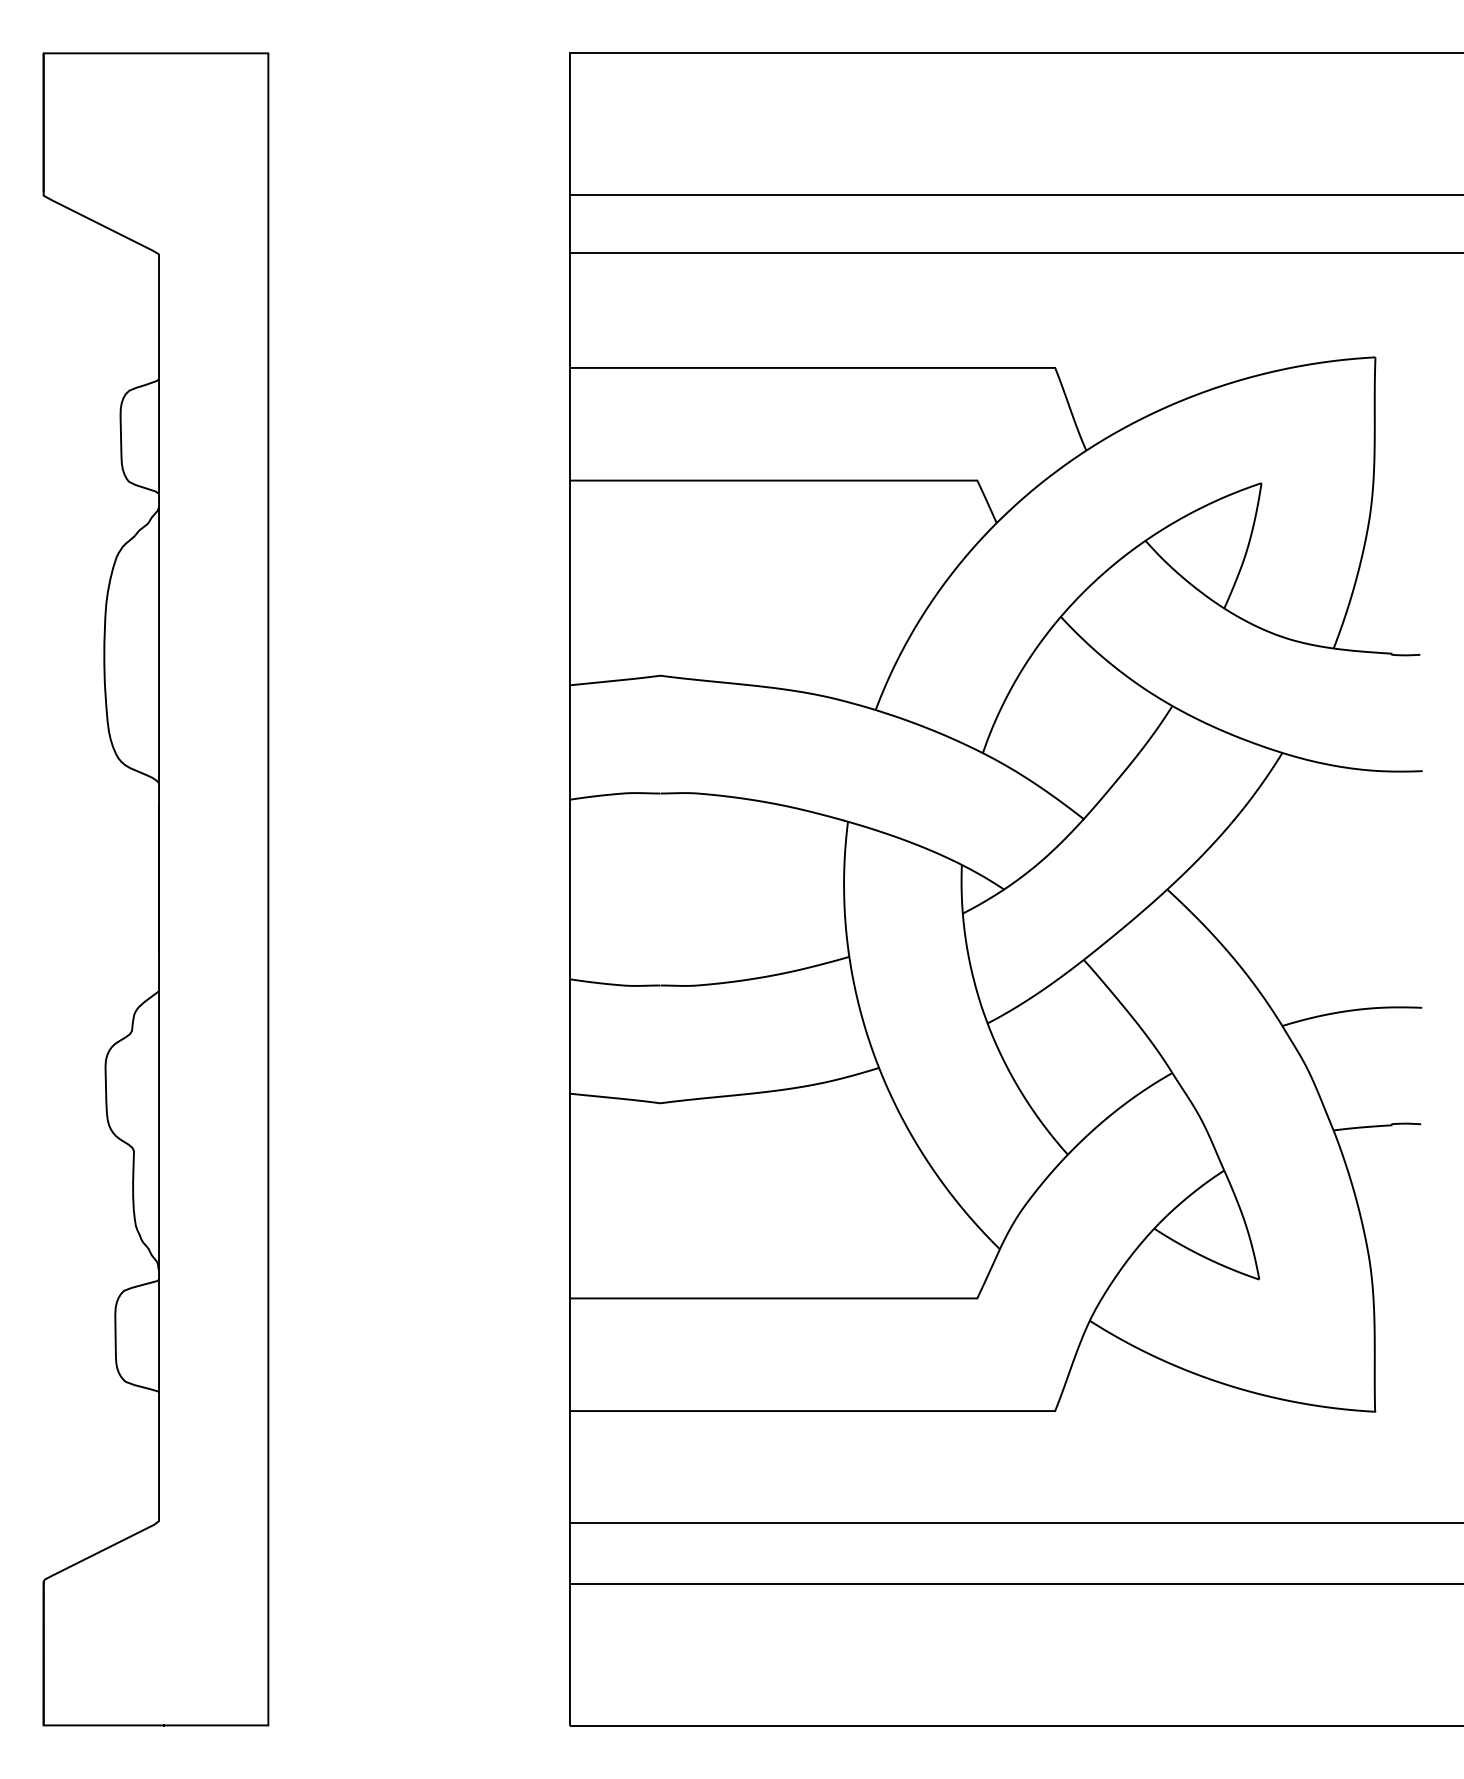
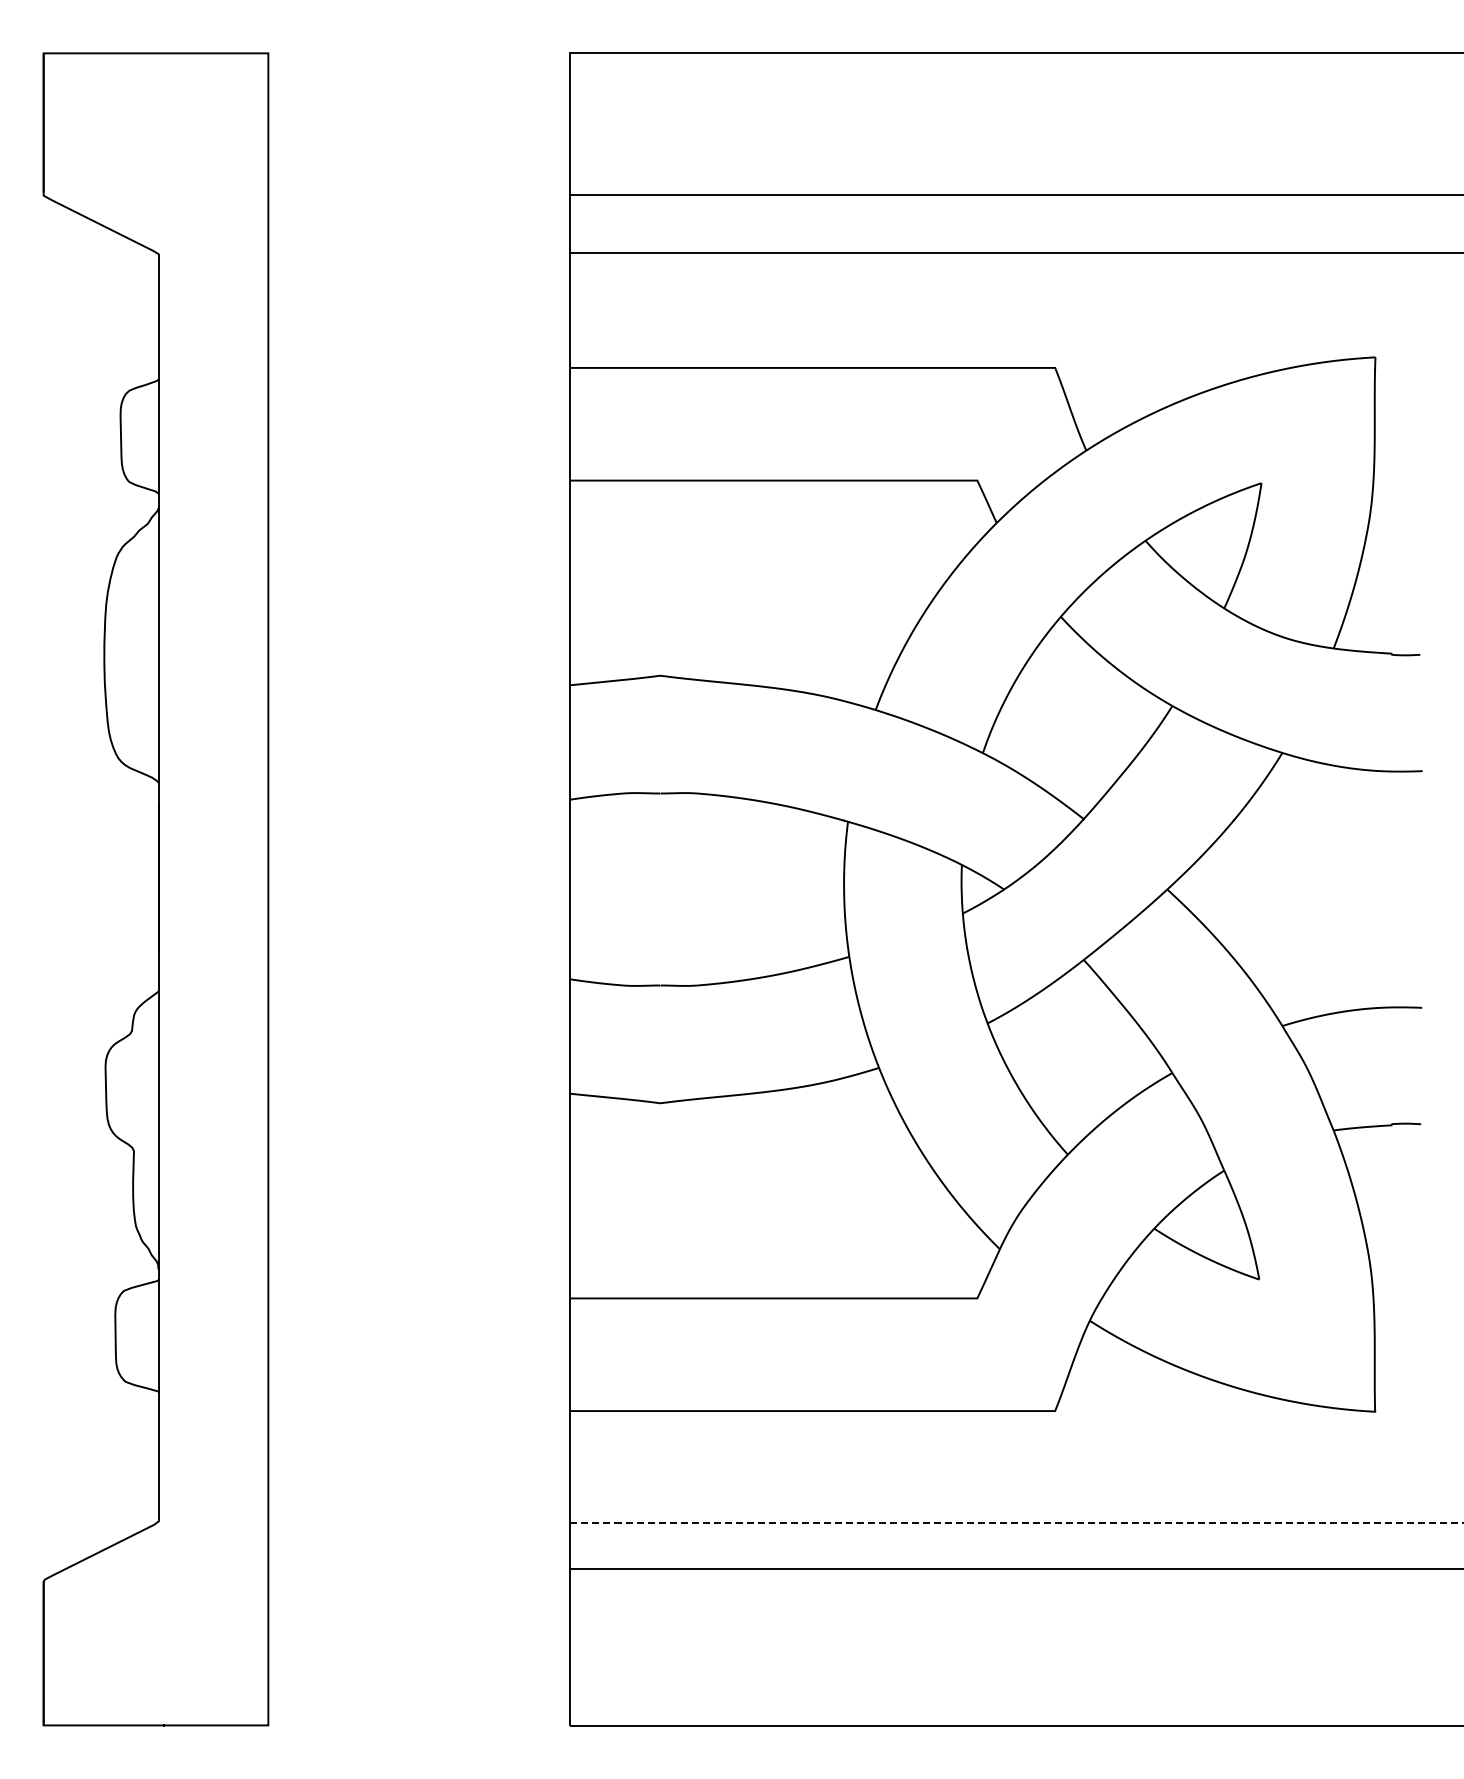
line at (1017, 1522): solid -> dashed
line at (1015, 1583) position: (1015, 1583) -> (1015, 1568)
